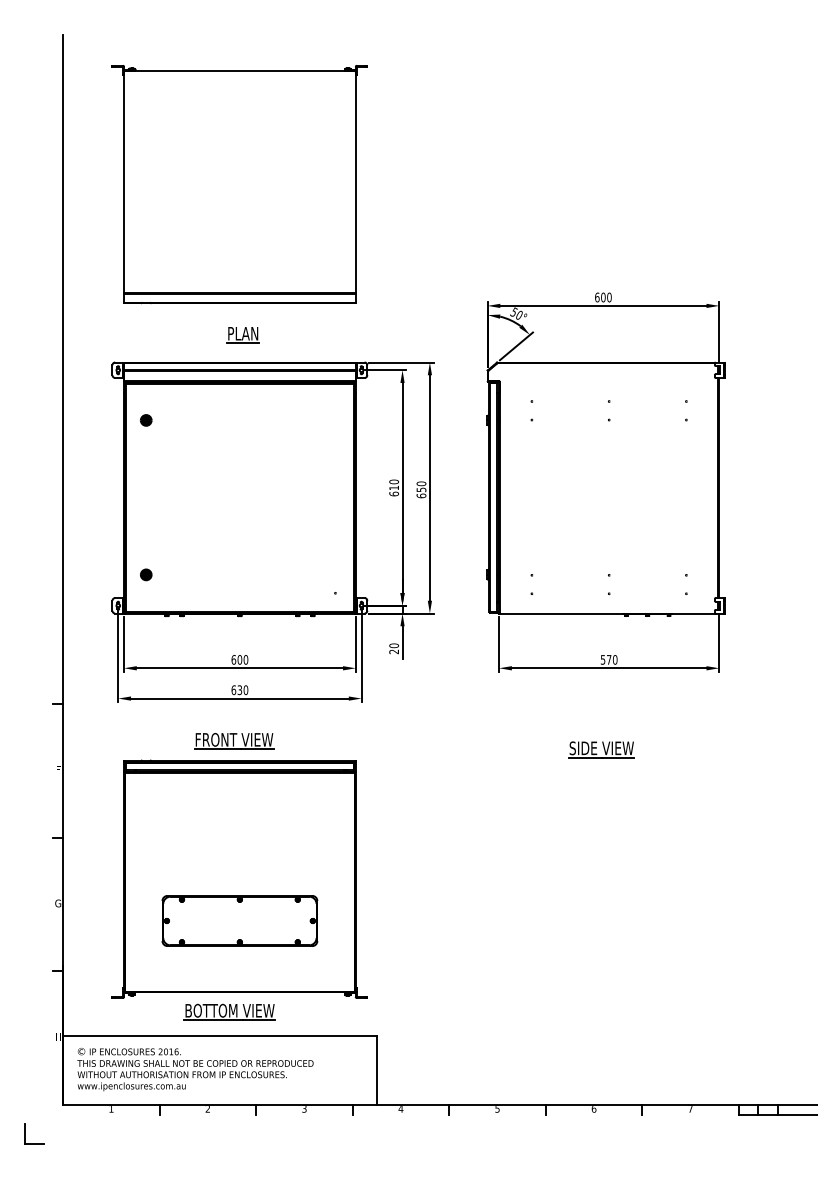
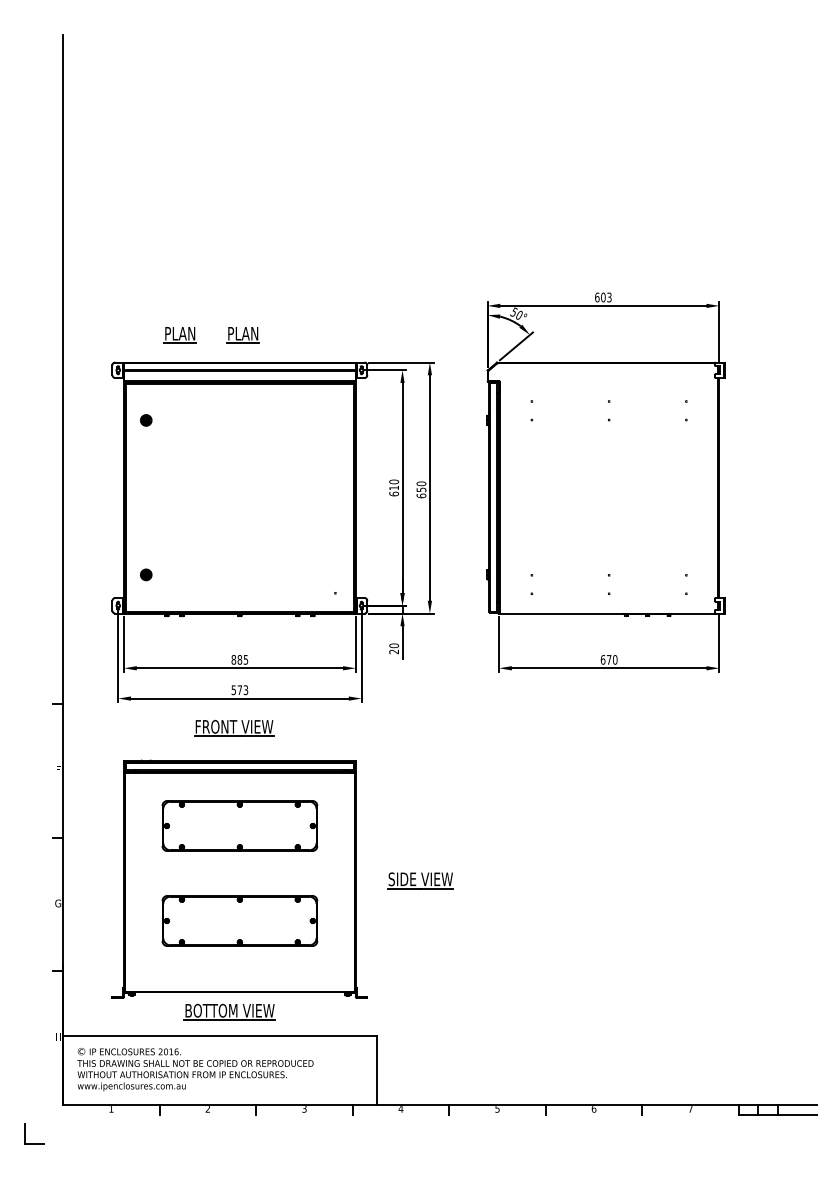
part at (239, 184): present -> none
text at (609, 297): 600 -> 603
part at (179, 335): none -> present
text at (239, 659): 600 -> 885
text at (602, 659): 570 -> 670
text at (239, 690): 630 -> 573
part at (234, 741) position: (234, 741) -> (234, 728)
part at (601, 749) position: (601, 749) -> (420, 880)
part at (239, 825): none -> present
